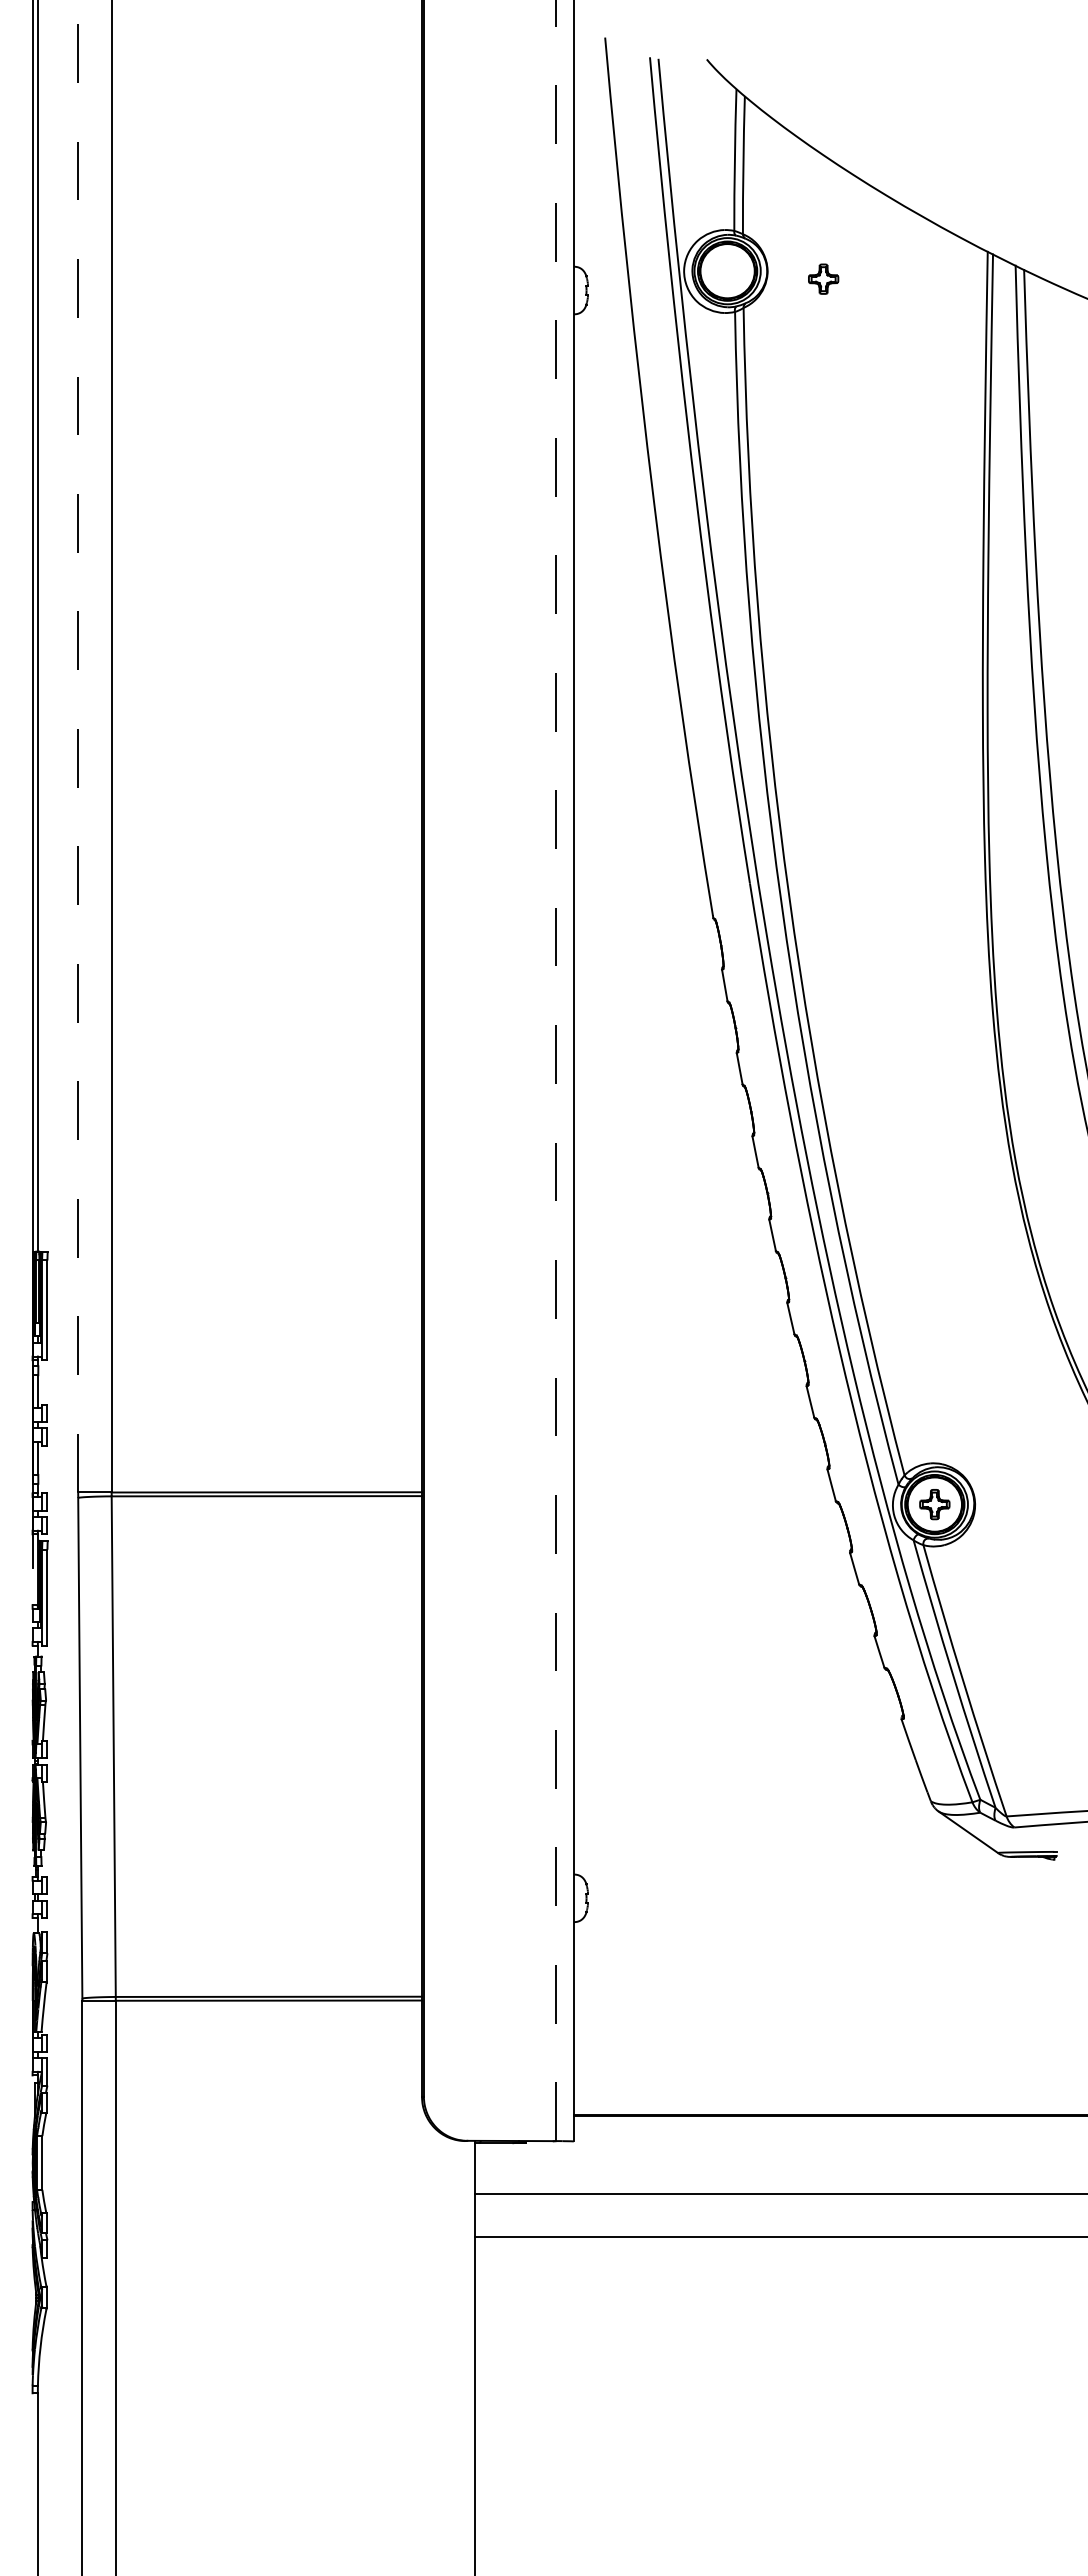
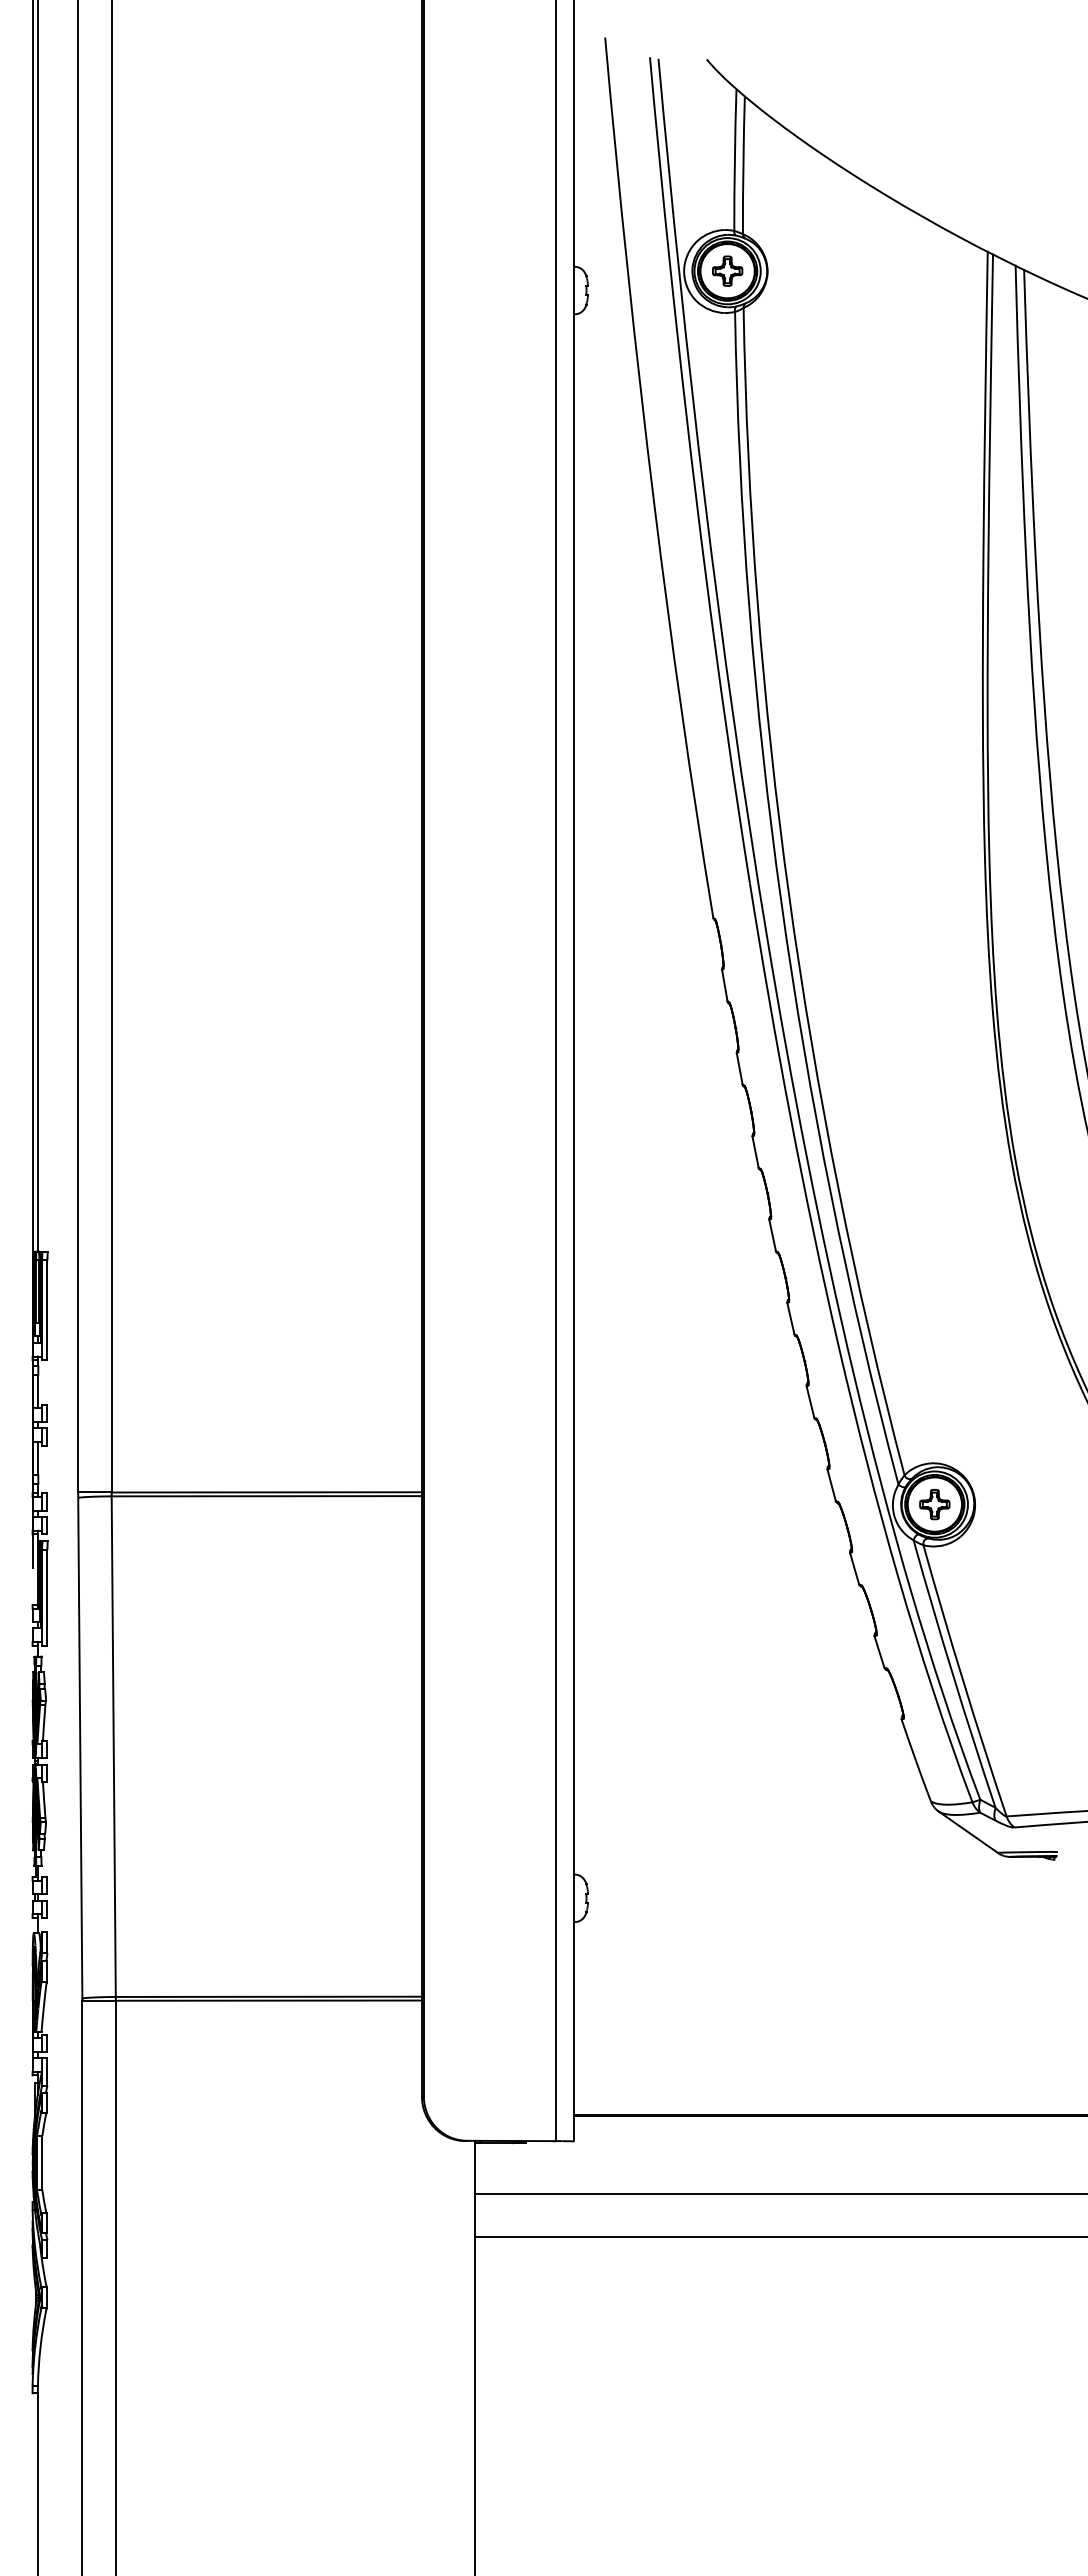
part at (823, 278) position: (823, 278) -> (727, 270)
line at (78, 746): dashed -> solid
line at (555, 1070): dashed -> solid
